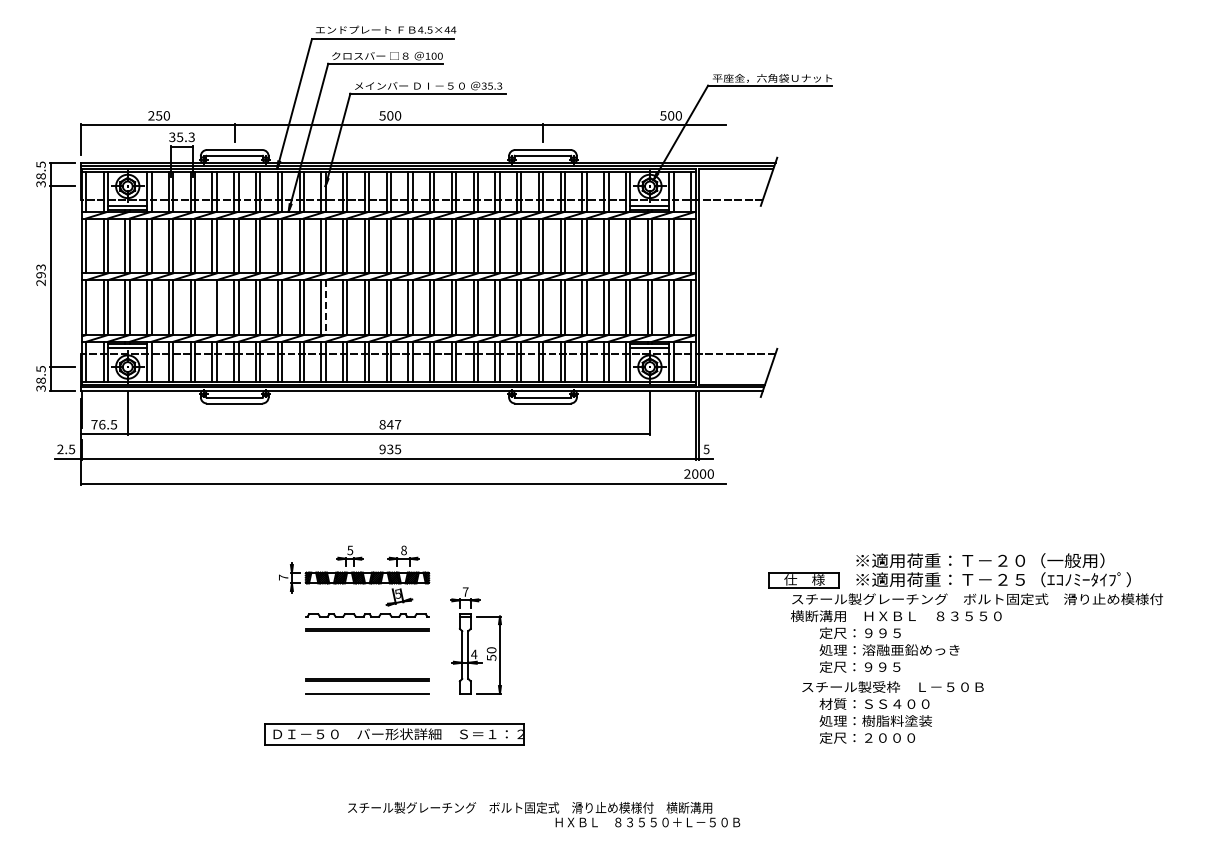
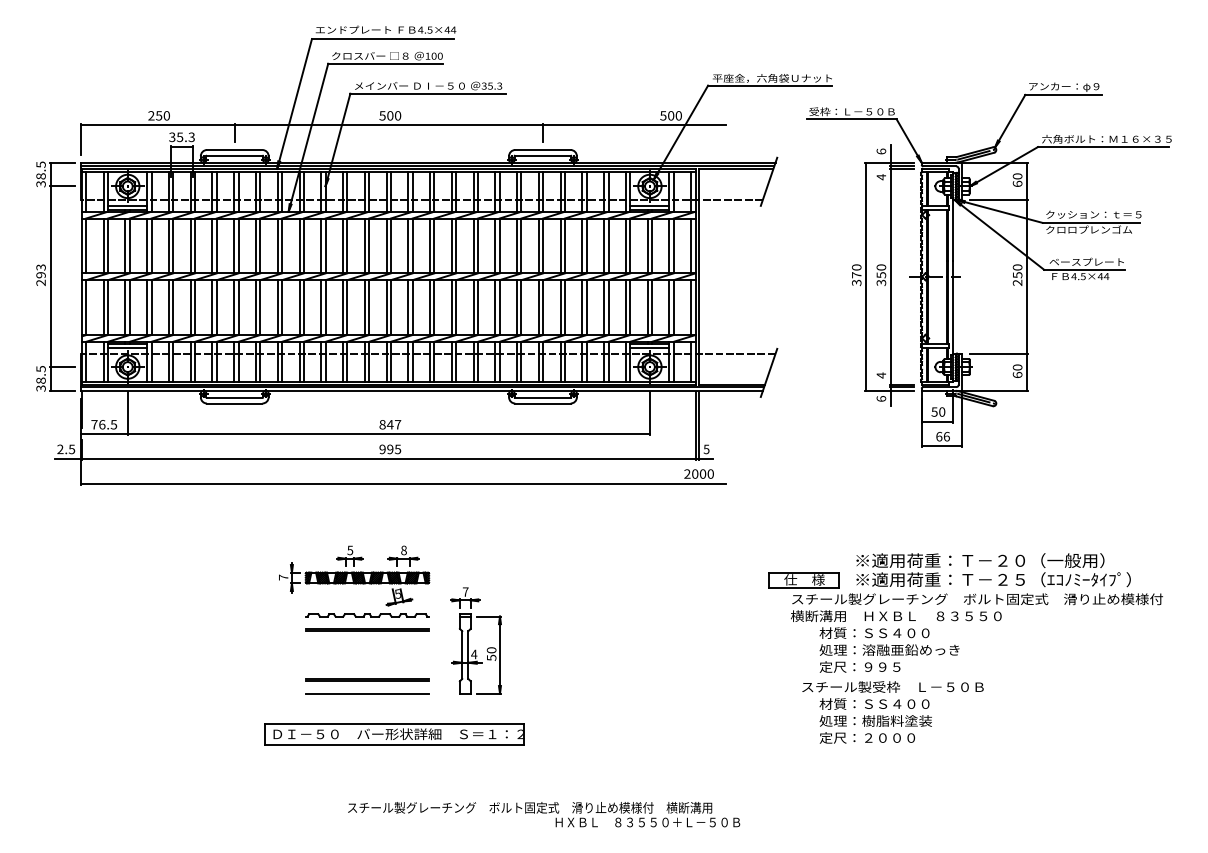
part at (988, 264): none -> present
line at (212, 307): none -> present
line at (325, 308): dashed -> solid
text at (390, 448): 935 -> 995
text at (874, 632): 定尺：９９５ -> 材質：ＳＳ４００
